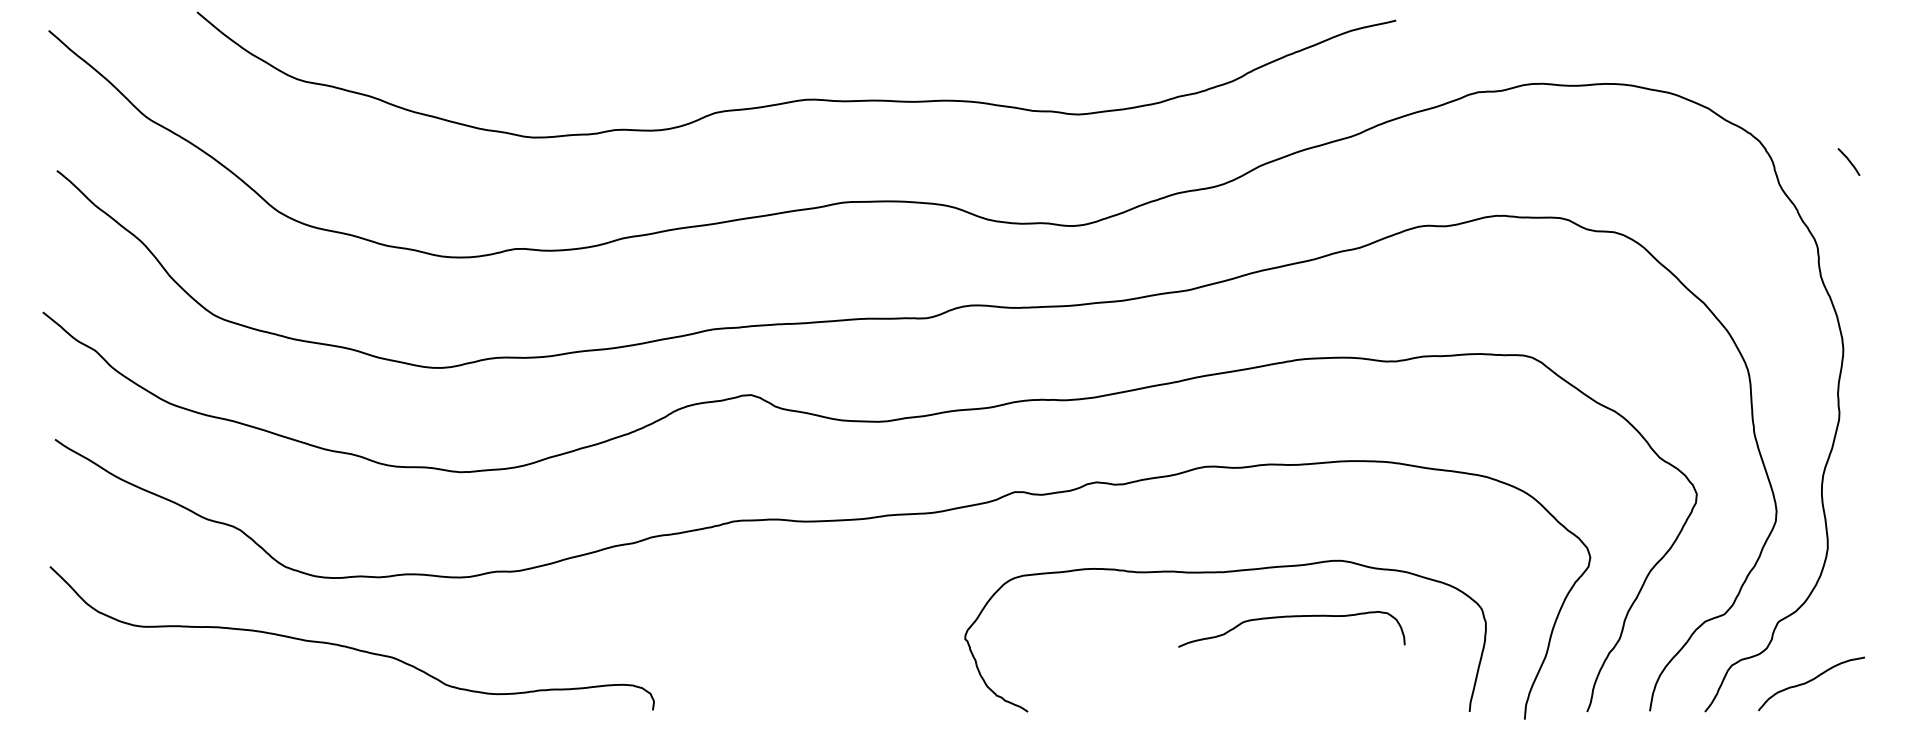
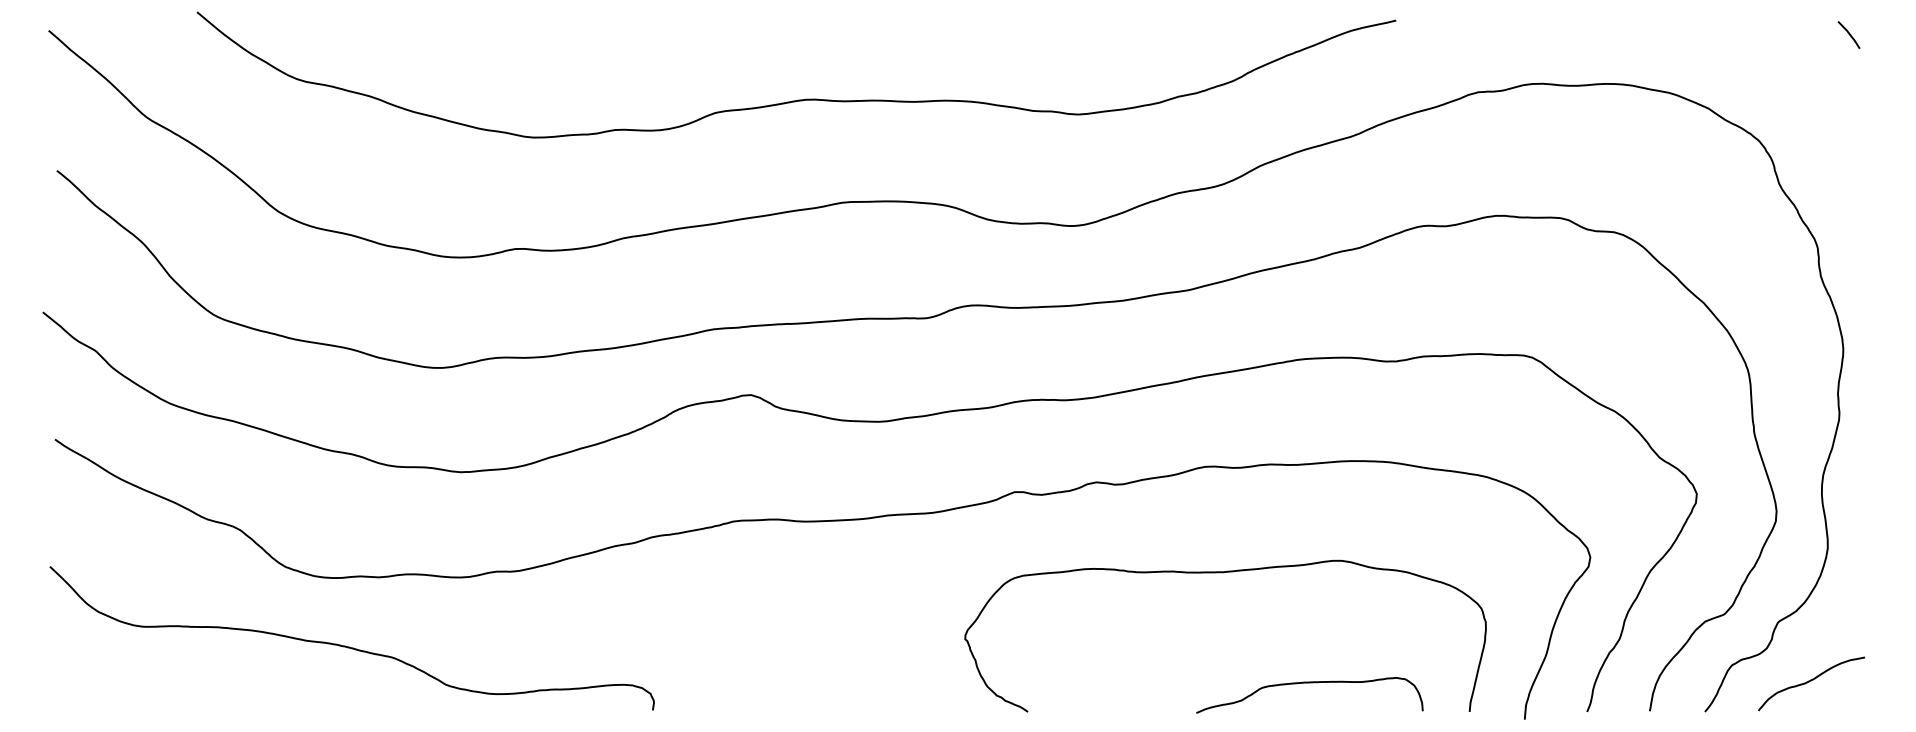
curve at (1848, 161) position: (1848, 161) -> (1848, 34)
curve at (1291, 617) position: (1291, 617) -> (1309, 683)
